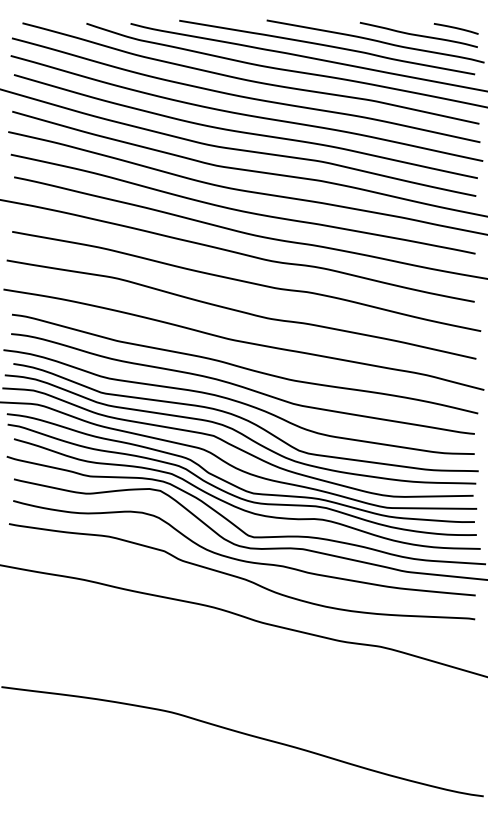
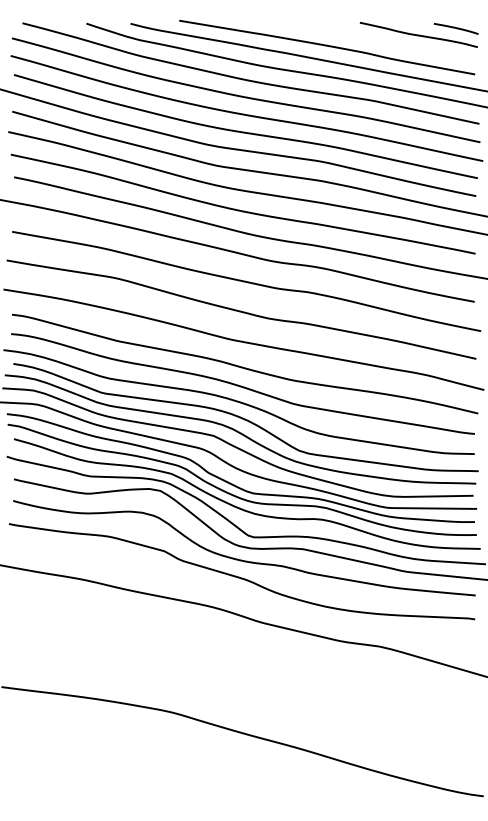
curve at (375, 41): present -> none
